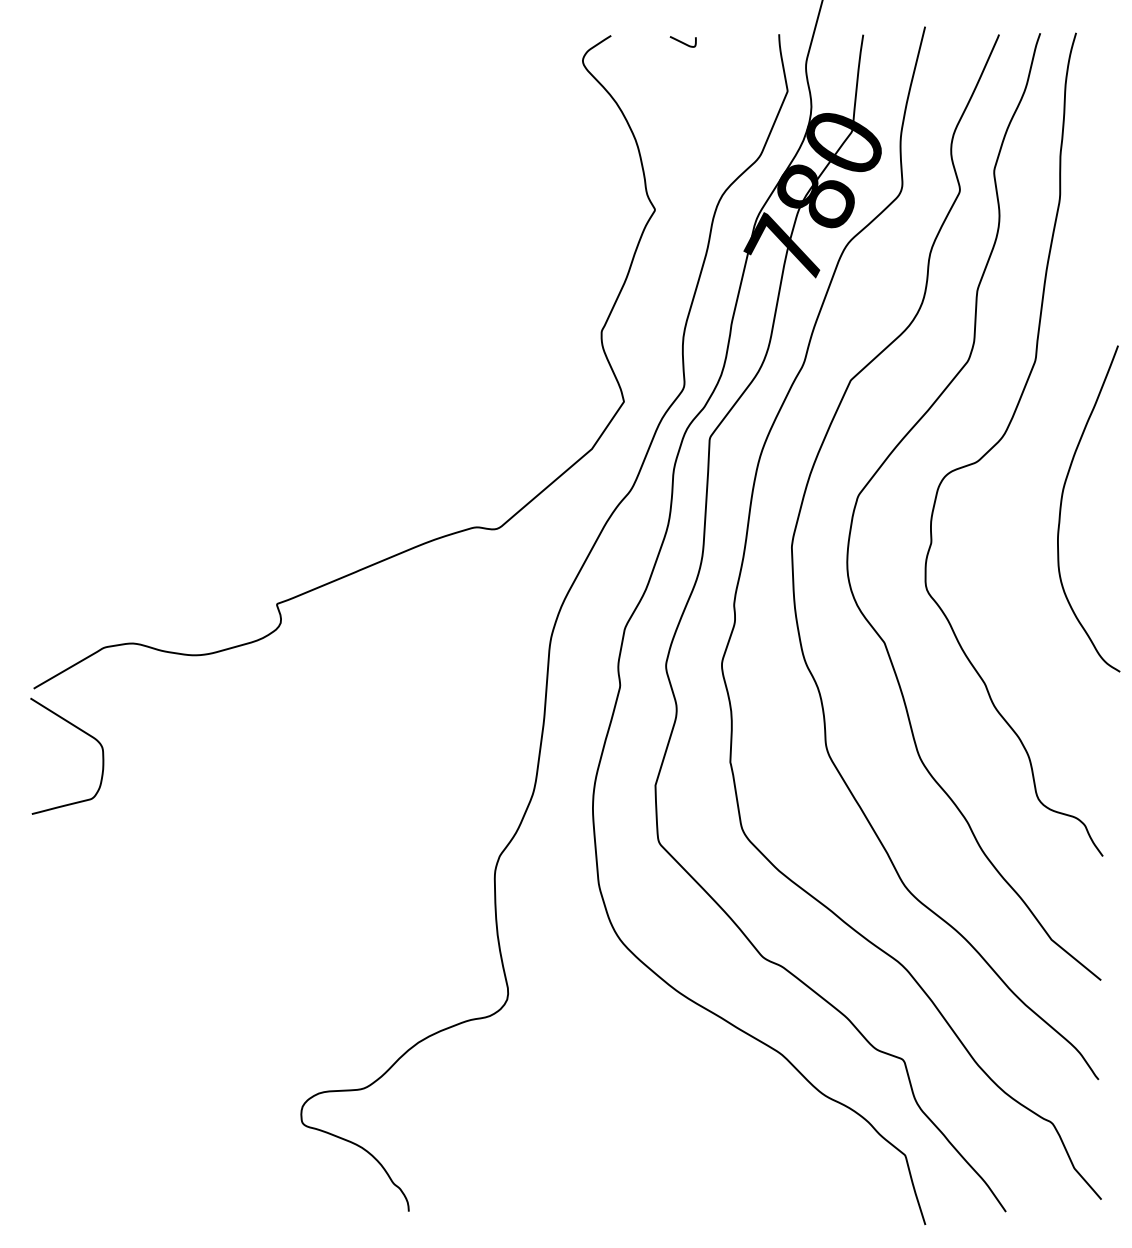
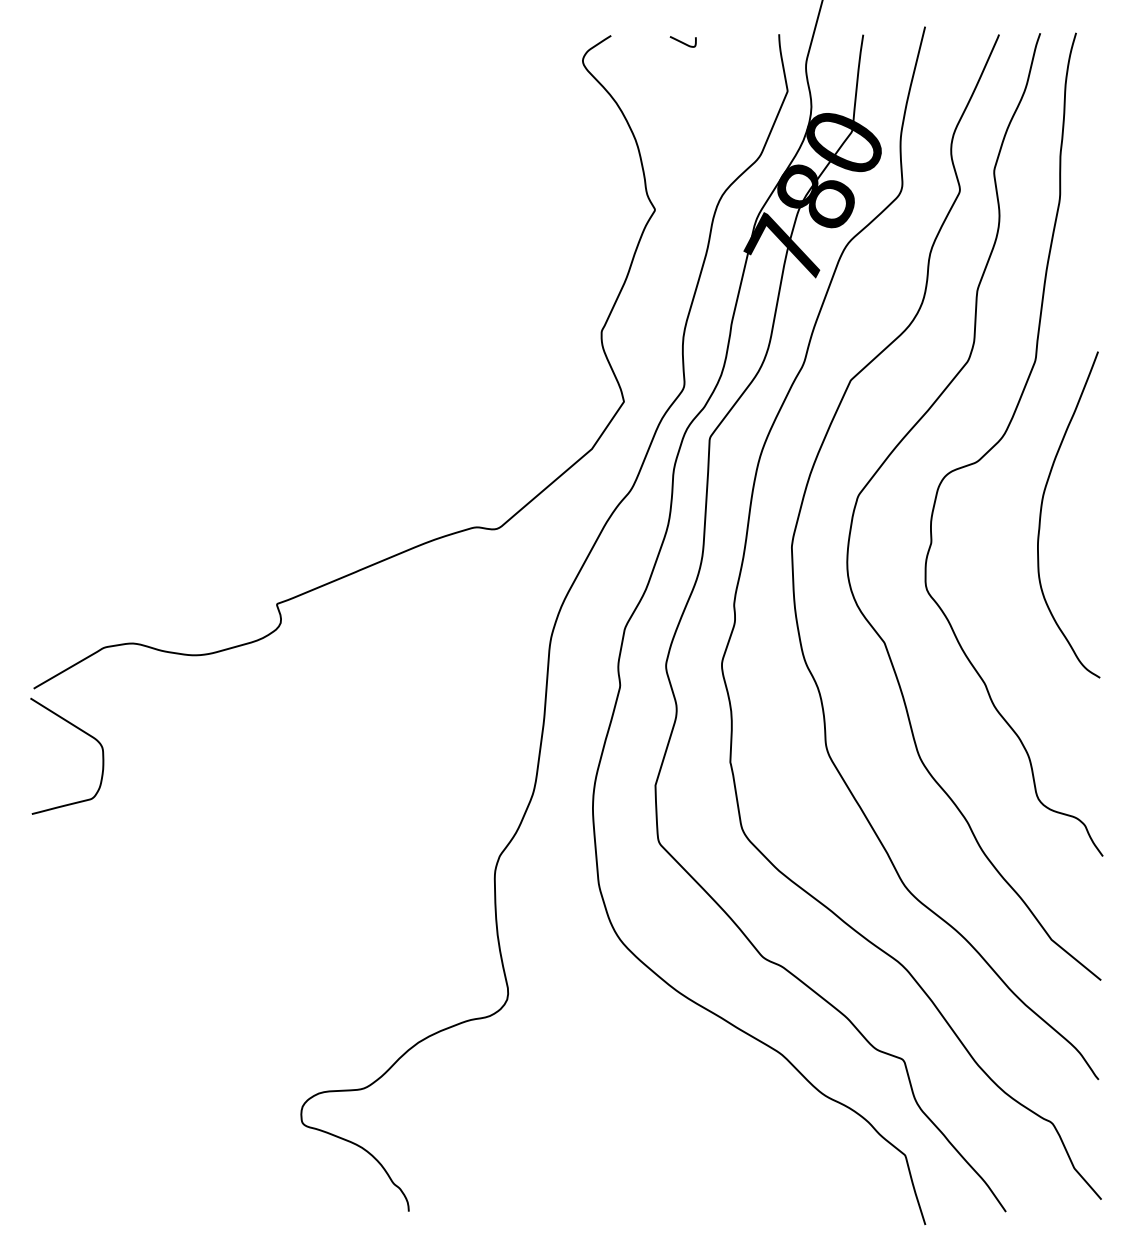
curve at (1062, 502) position: (1062, 502) -> (1042, 508)
